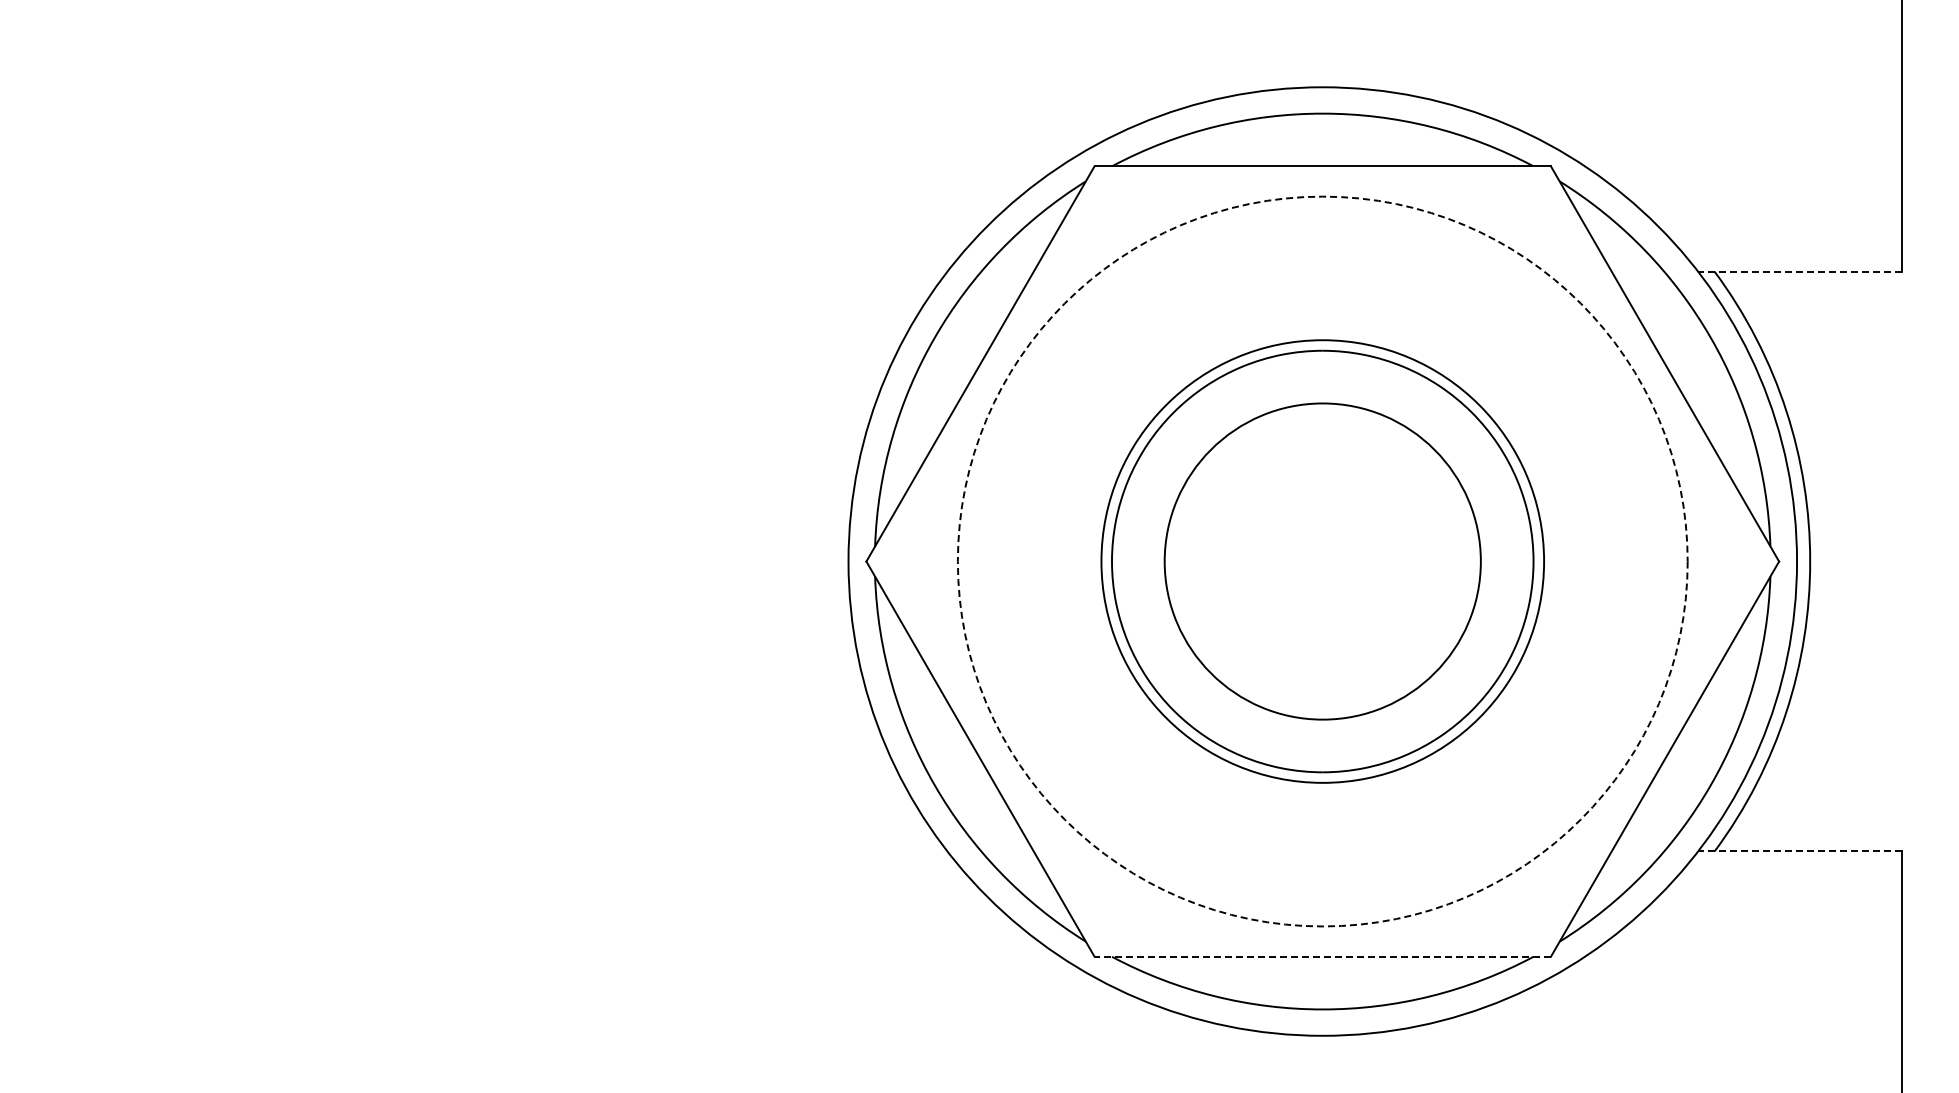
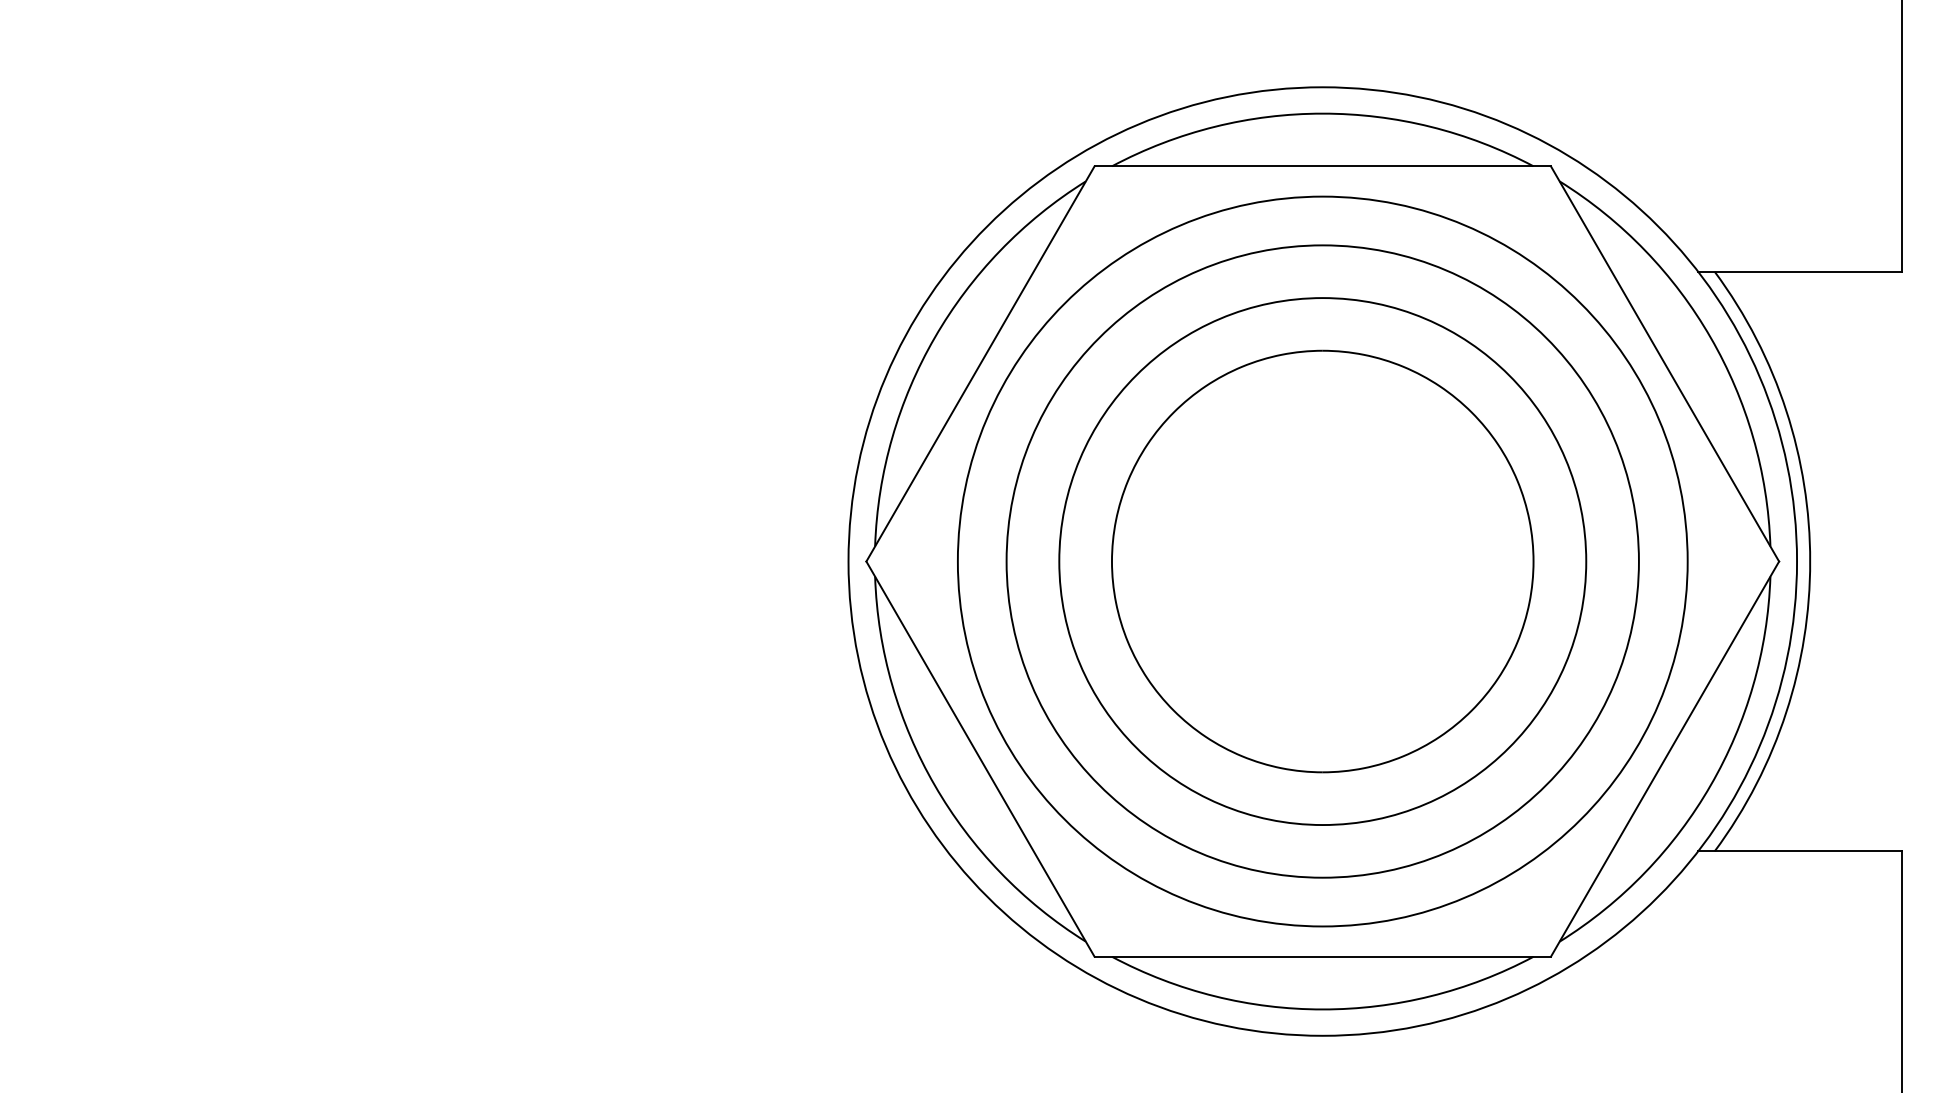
line at (1799, 271): dashed -> solid
circle at (1322, 561) diameter: 316 px -> 527 px
circle at (1322, 561) diameter: 443 px -> 632 px
circle at (1322, 561): dashed -> solid
line at (1799, 851): dashed -> solid
line at (1322, 956): dashed -> solid
